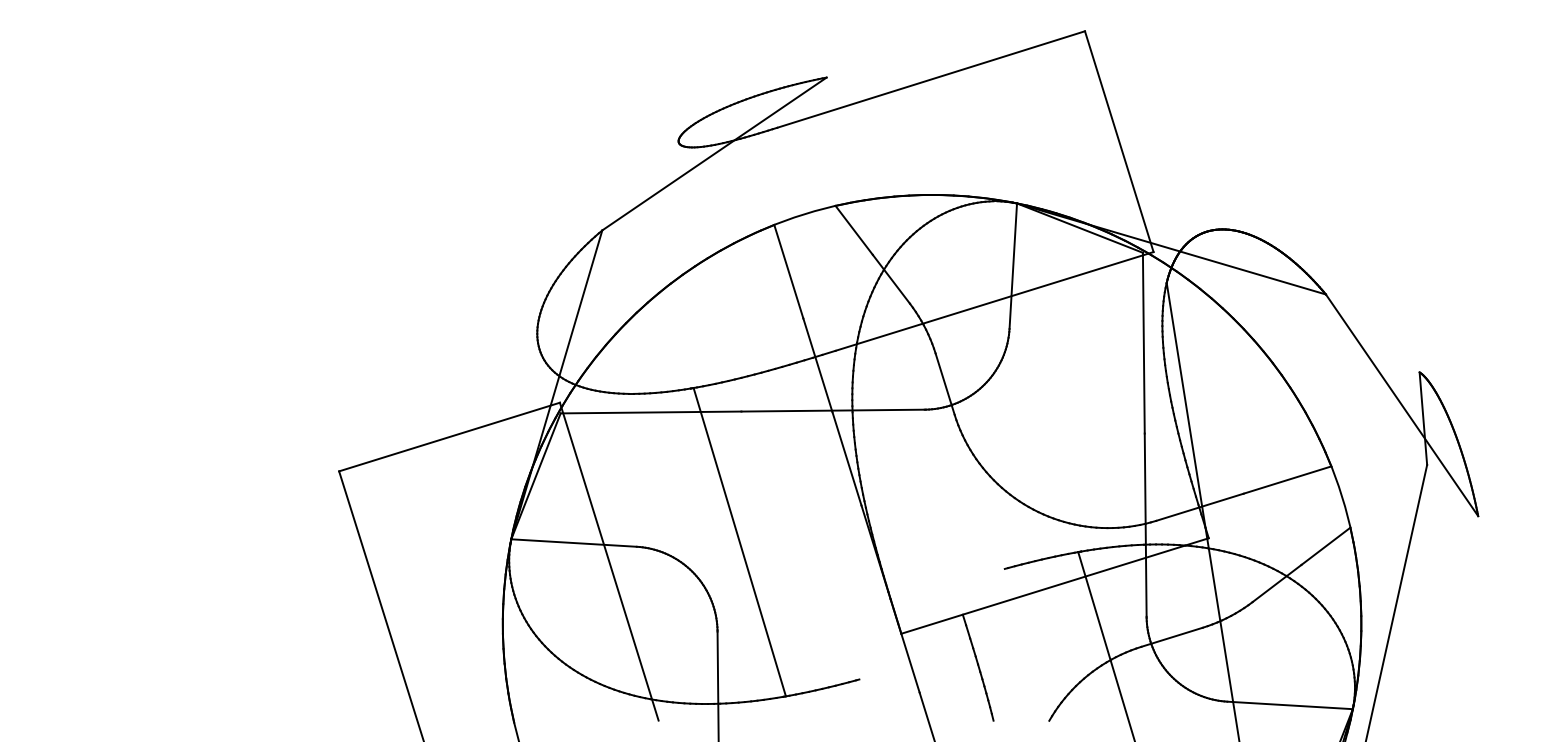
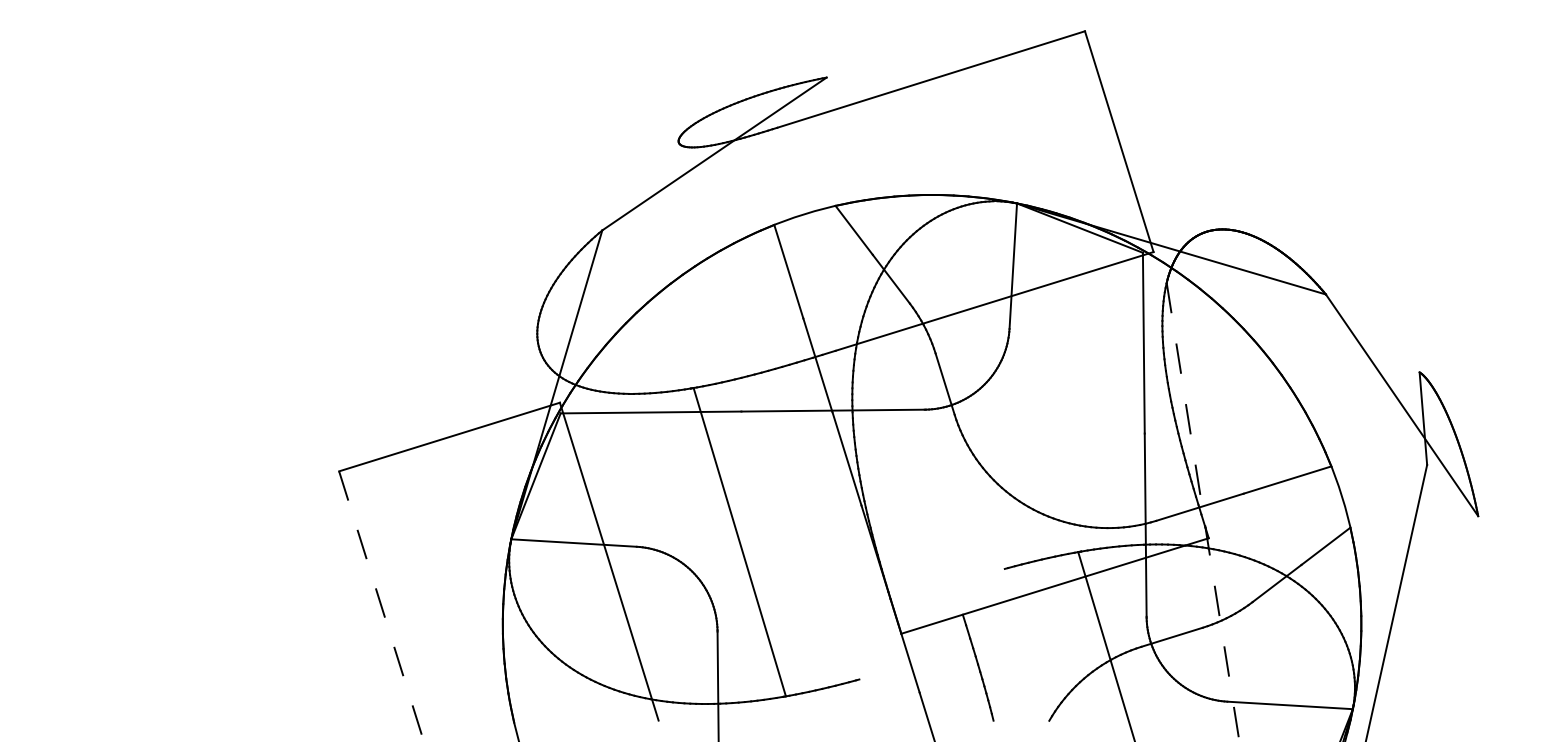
line at (1203, 512): solid -> dashed
line at (381, 606): solid -> dashed
